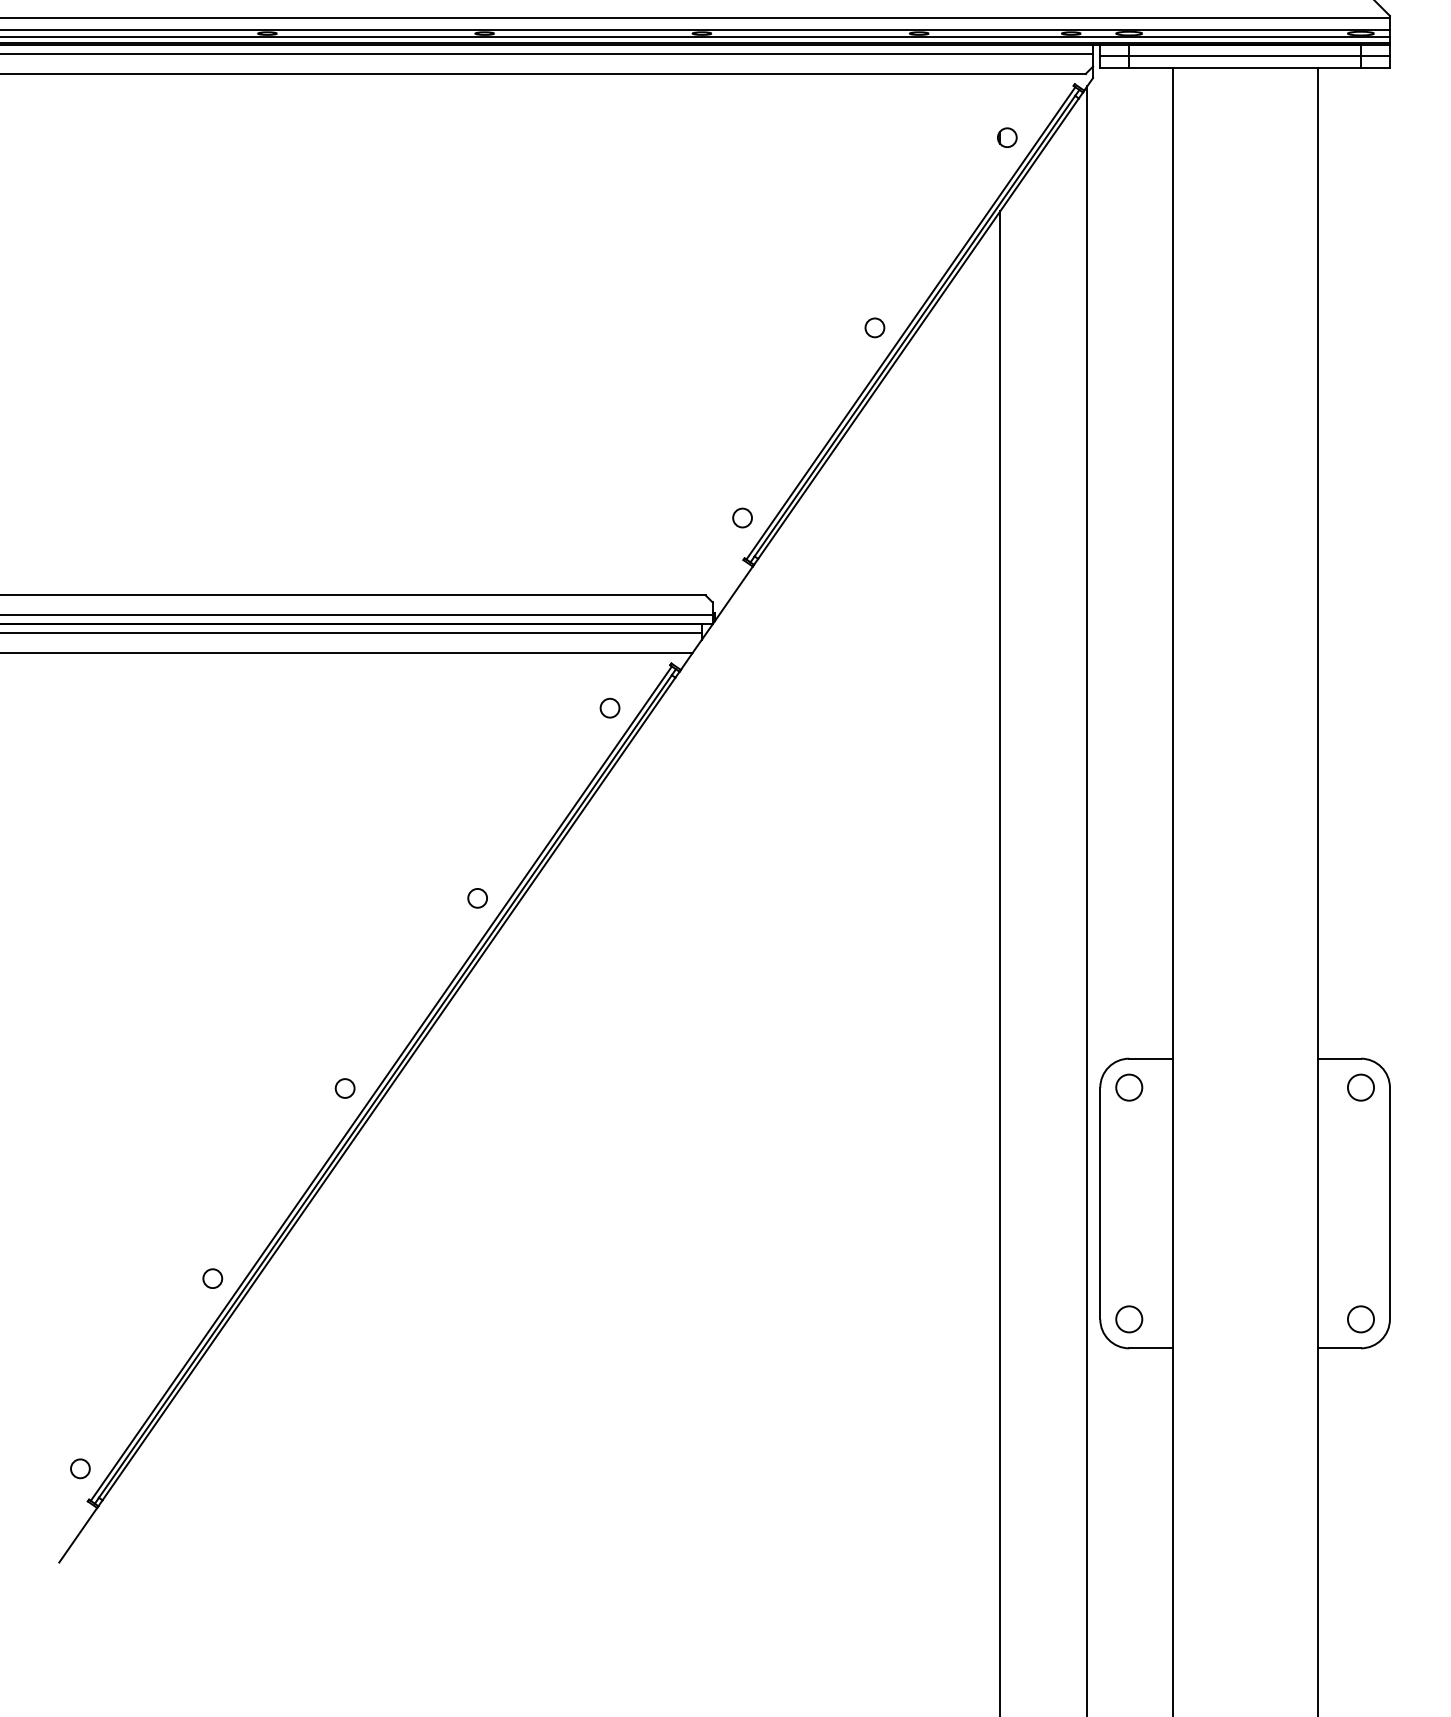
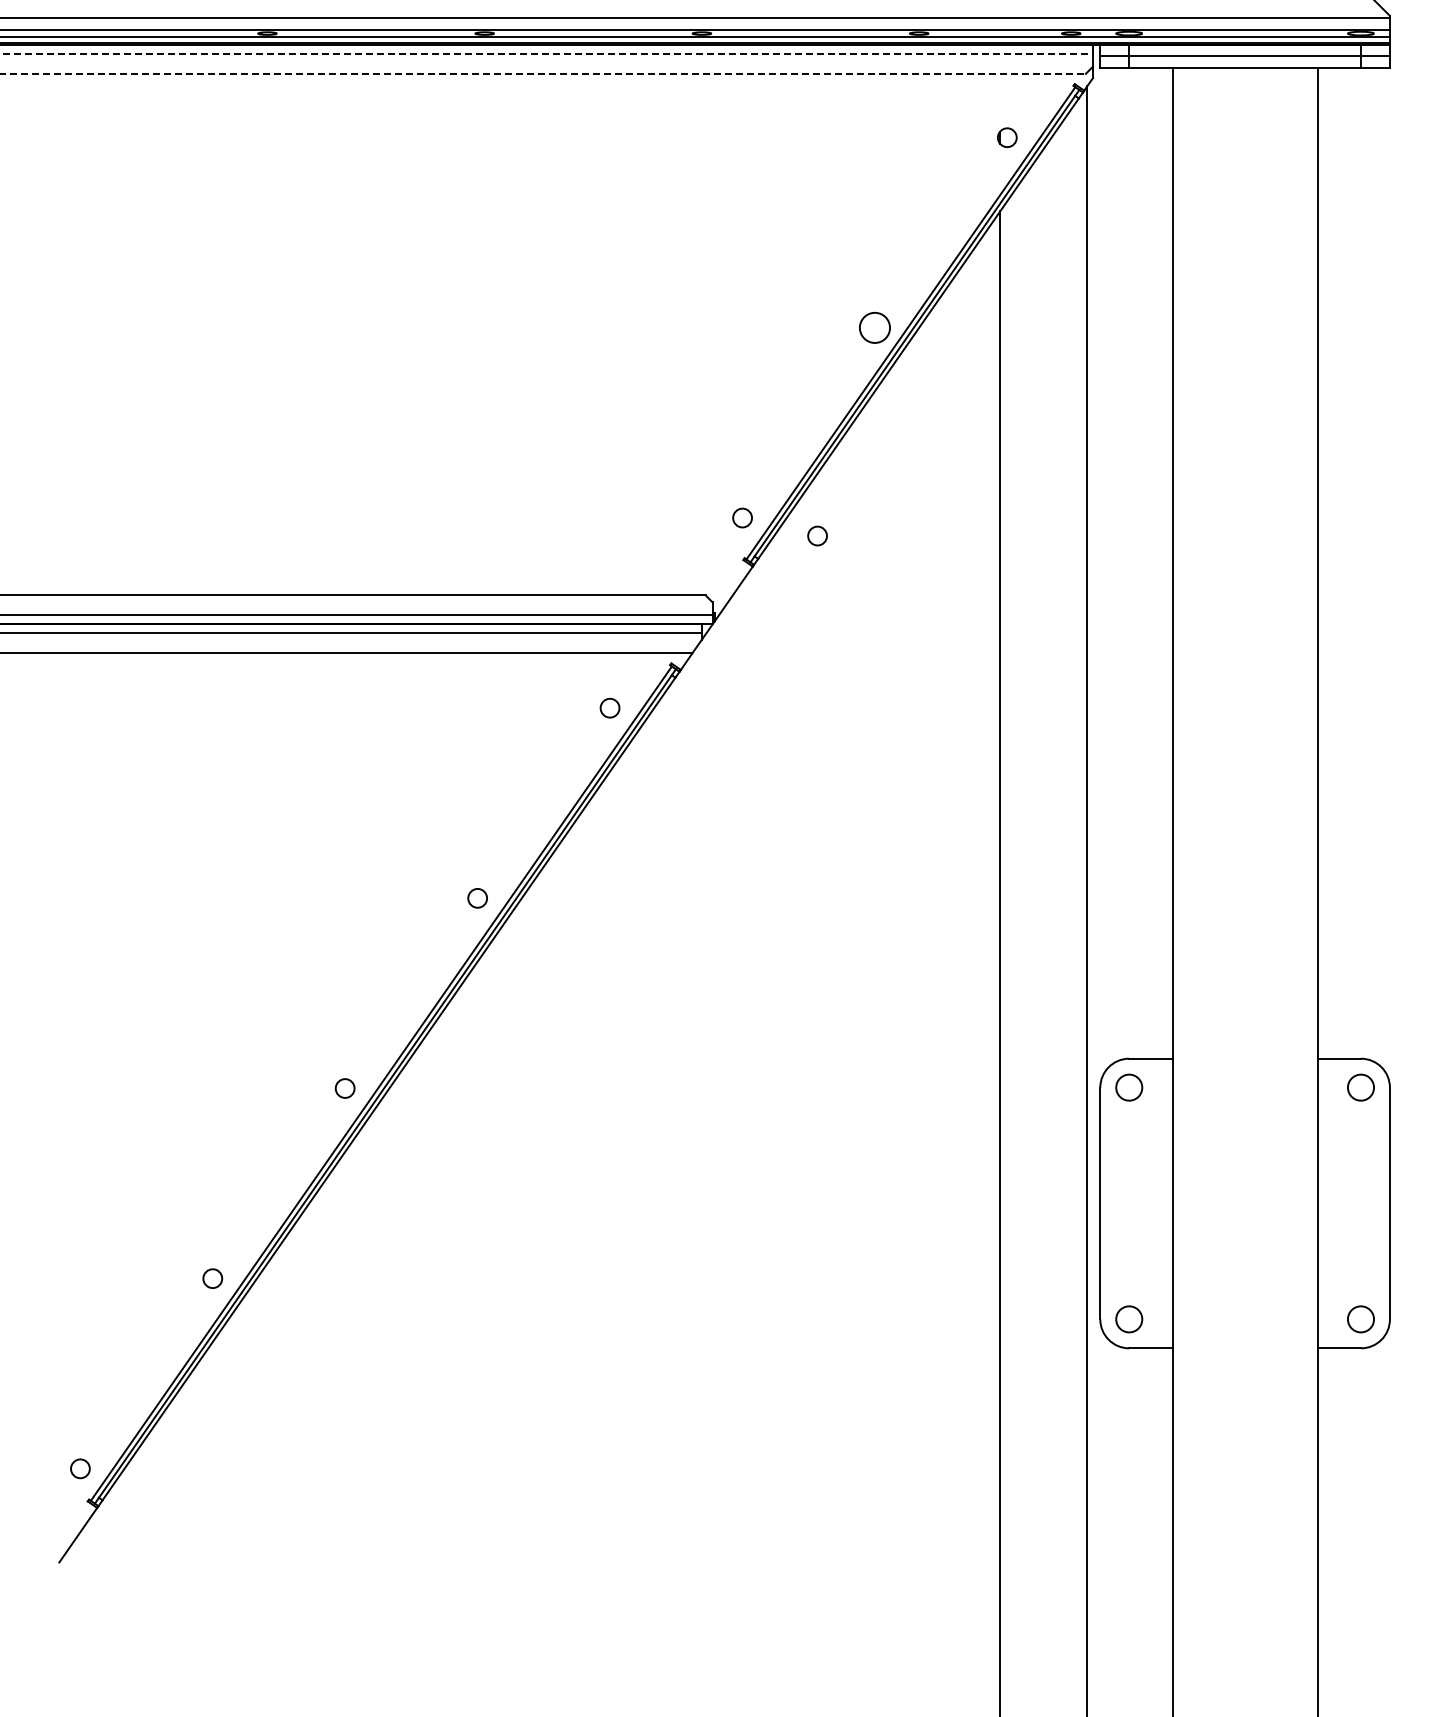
line at (547, 54): solid -> dashed
line at (543, 73): solid -> dashed
circle at (874, 327) diameter: 19 px -> 30 px
circle at (817, 535): none -> present
